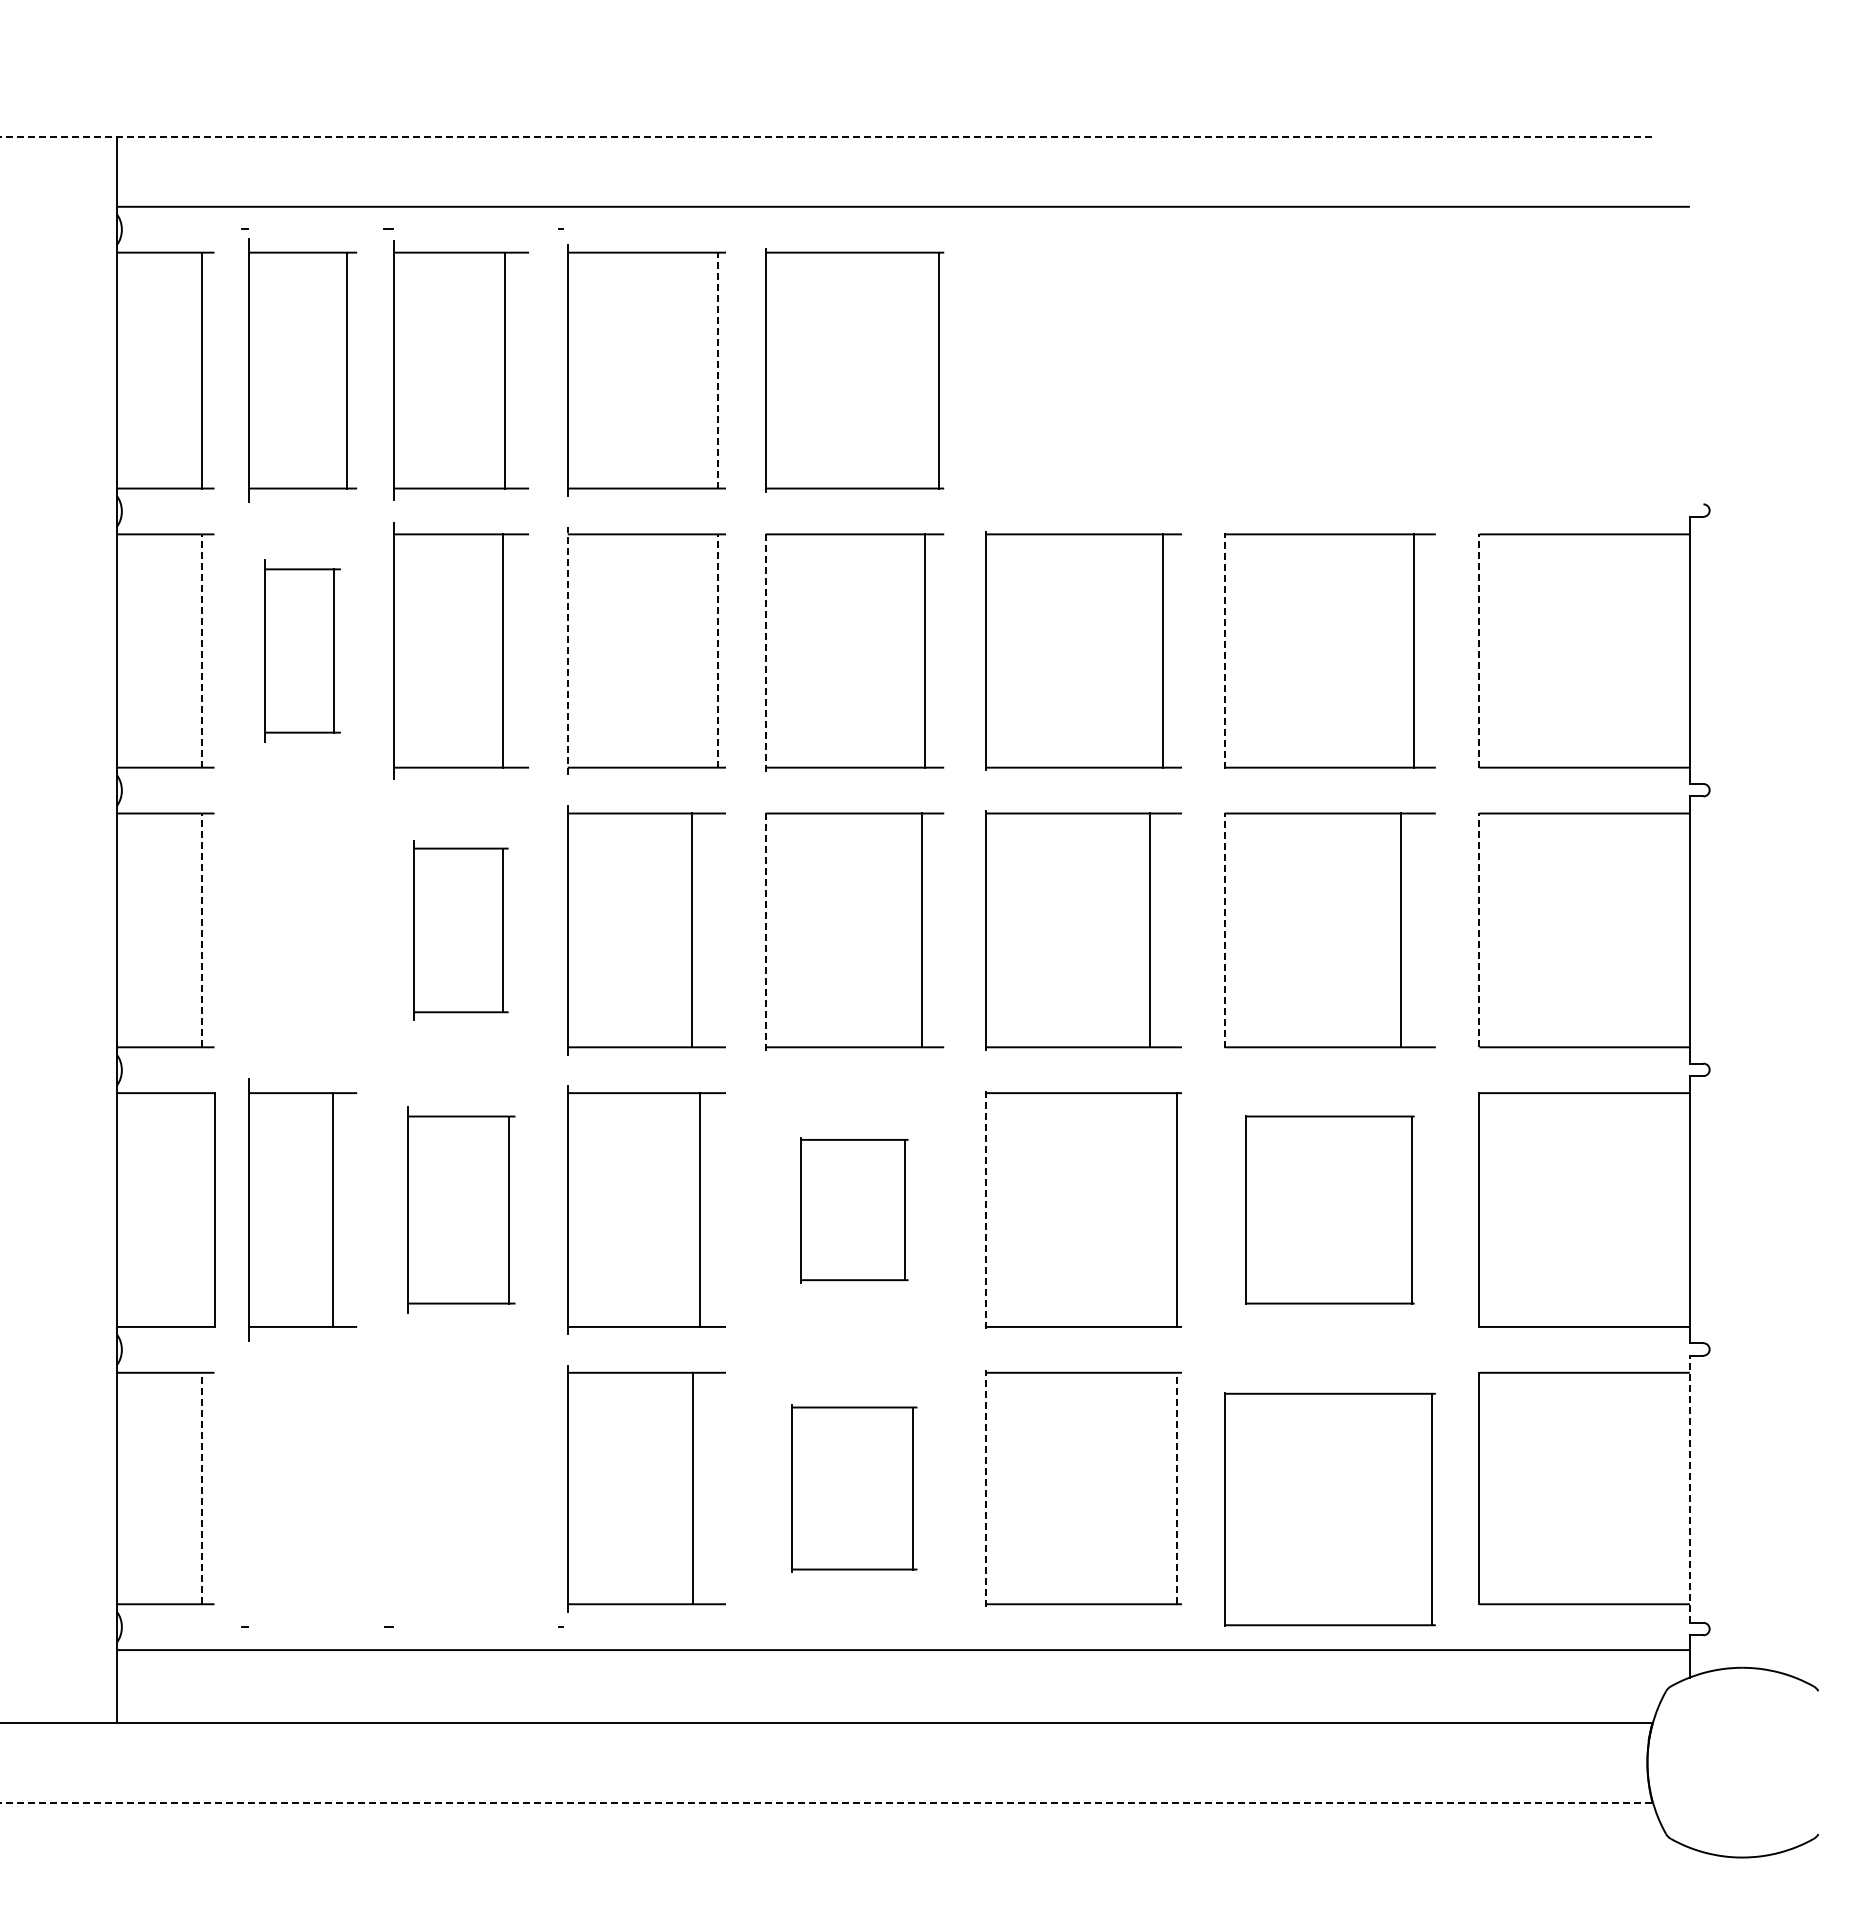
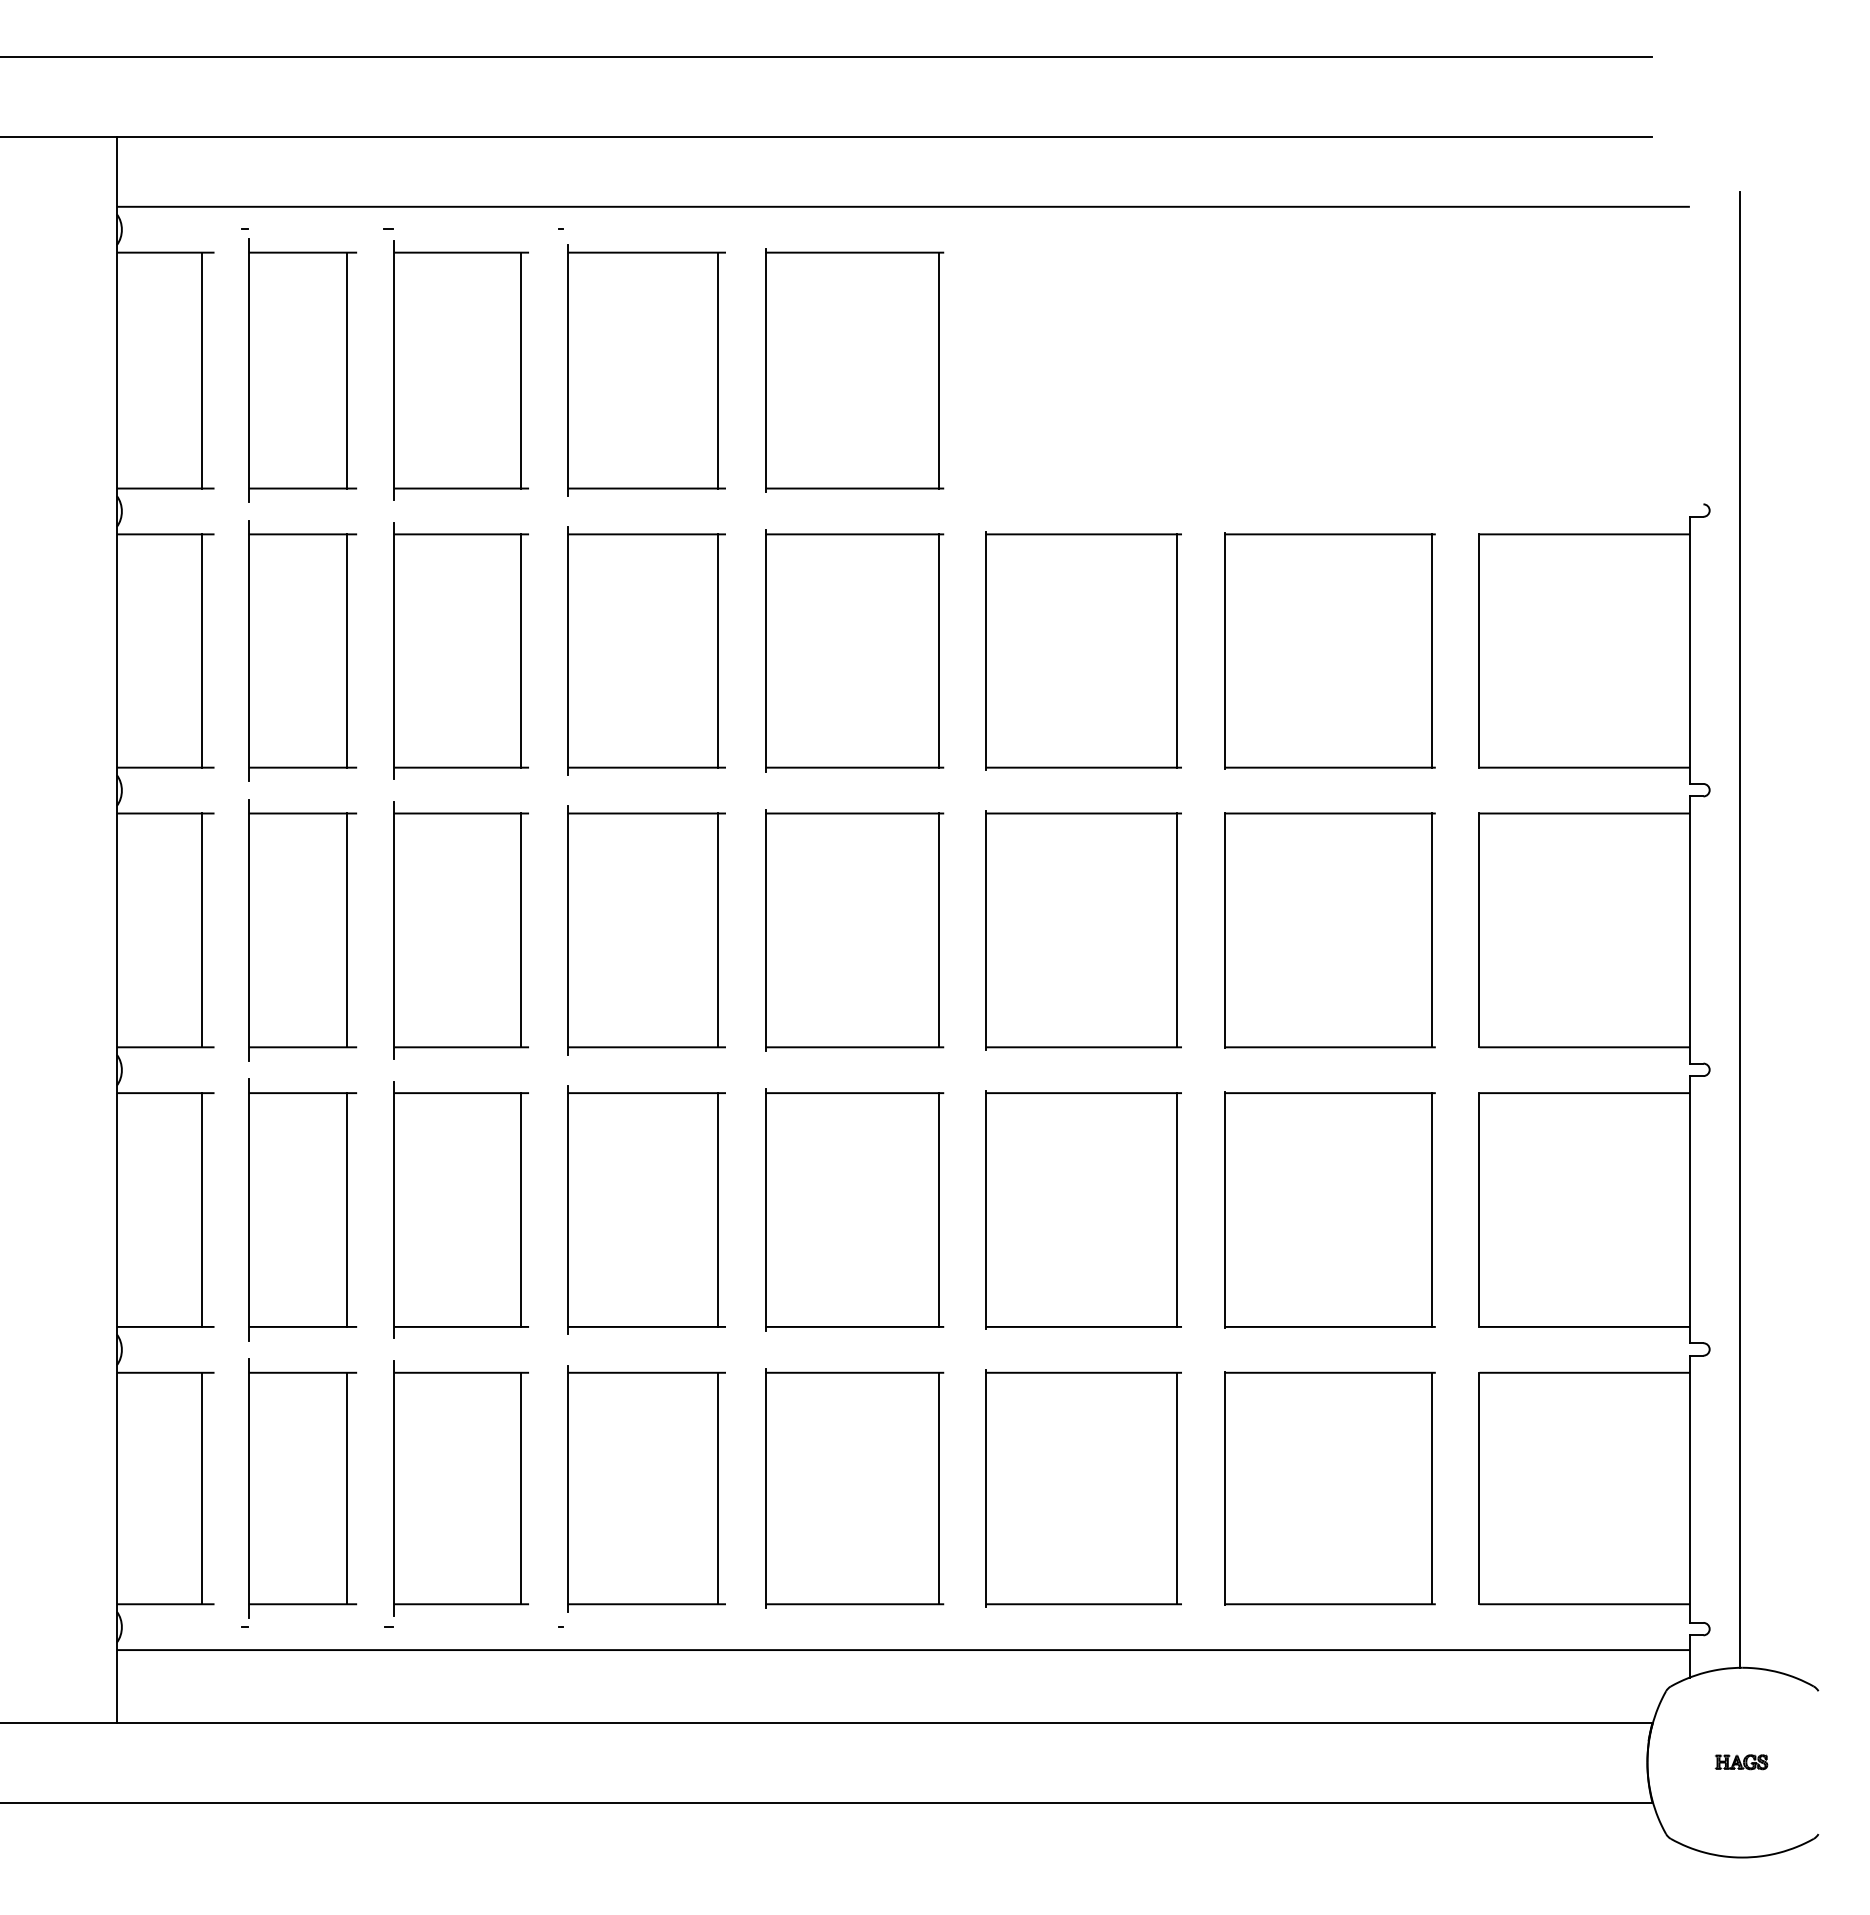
line at (827, 57): none -> present
line at (826, 137): dashed -> solid
line at (504, 370) position: (504, 370) -> (520, 370)
line at (718, 370): dashed -> solid
part at (302, 650) size: 77x184 px -> 110x262 px
line at (502, 650) position: (502, 650) -> (520, 650)
line at (924, 650) position: (924, 650) -> (938, 650)
line at (1163, 650) position: (1163, 650) -> (1177, 650)
line at (1414, 650) position: (1414, 650) -> (1432, 650)
line at (201, 651): dashed -> solid
line at (567, 651): dashed -> solid
line at (718, 651): dashed -> solid
line at (765, 651): dashed -> solid
line at (1224, 651): dashed -> solid
line at (1479, 651): dashed -> solid
line at (1479, 929): dashed -> solid
line at (1739, 929): none -> present
line at (201, 930): dashed -> solid
part at (302, 930): none -> present
part at (460, 930) size: 96x181 px -> 136x259 px
line at (692, 930) position: (692, 930) -> (718, 930)
line at (765, 930): dashed -> solid
line at (921, 930) position: (921, 930) -> (938, 930)
line at (1150, 930) position: (1150, 930) -> (1177, 930)
line at (1224, 930): dashed -> solid
line at (1401, 930) position: (1401, 930) -> (1432, 930)
line at (214, 1209) position: (214, 1209) -> (201, 1209)
line at (333, 1209) position: (333, 1209) -> (347, 1209)
part at (461, 1209) size: 109x208 px -> 136x258 px
line at (700, 1209) position: (700, 1209) -> (718, 1209)
line at (985, 1209): dashed -> solid
part at (1329, 1209) size: 170x190 px -> 212x238 px
part at (854, 1210) size: 109x147 px -> 180x244 px
line at (201, 1488): dashed -> solid
part at (302, 1488): none -> present
part at (460, 1488): none -> present
line at (693, 1488) position: (693, 1488) -> (718, 1488)
part at (854, 1488) size: 127x169 px -> 180x241 px
line at (985, 1488): dashed -> solid
line at (1177, 1488): dashed -> solid
line at (1689, 1489): dashed -> solid
part at (1329, 1509) position: (1329, 1509) -> (1329, 1488)
part at (1741, 1762): none -> present
line at (826, 1802): dashed -> solid
